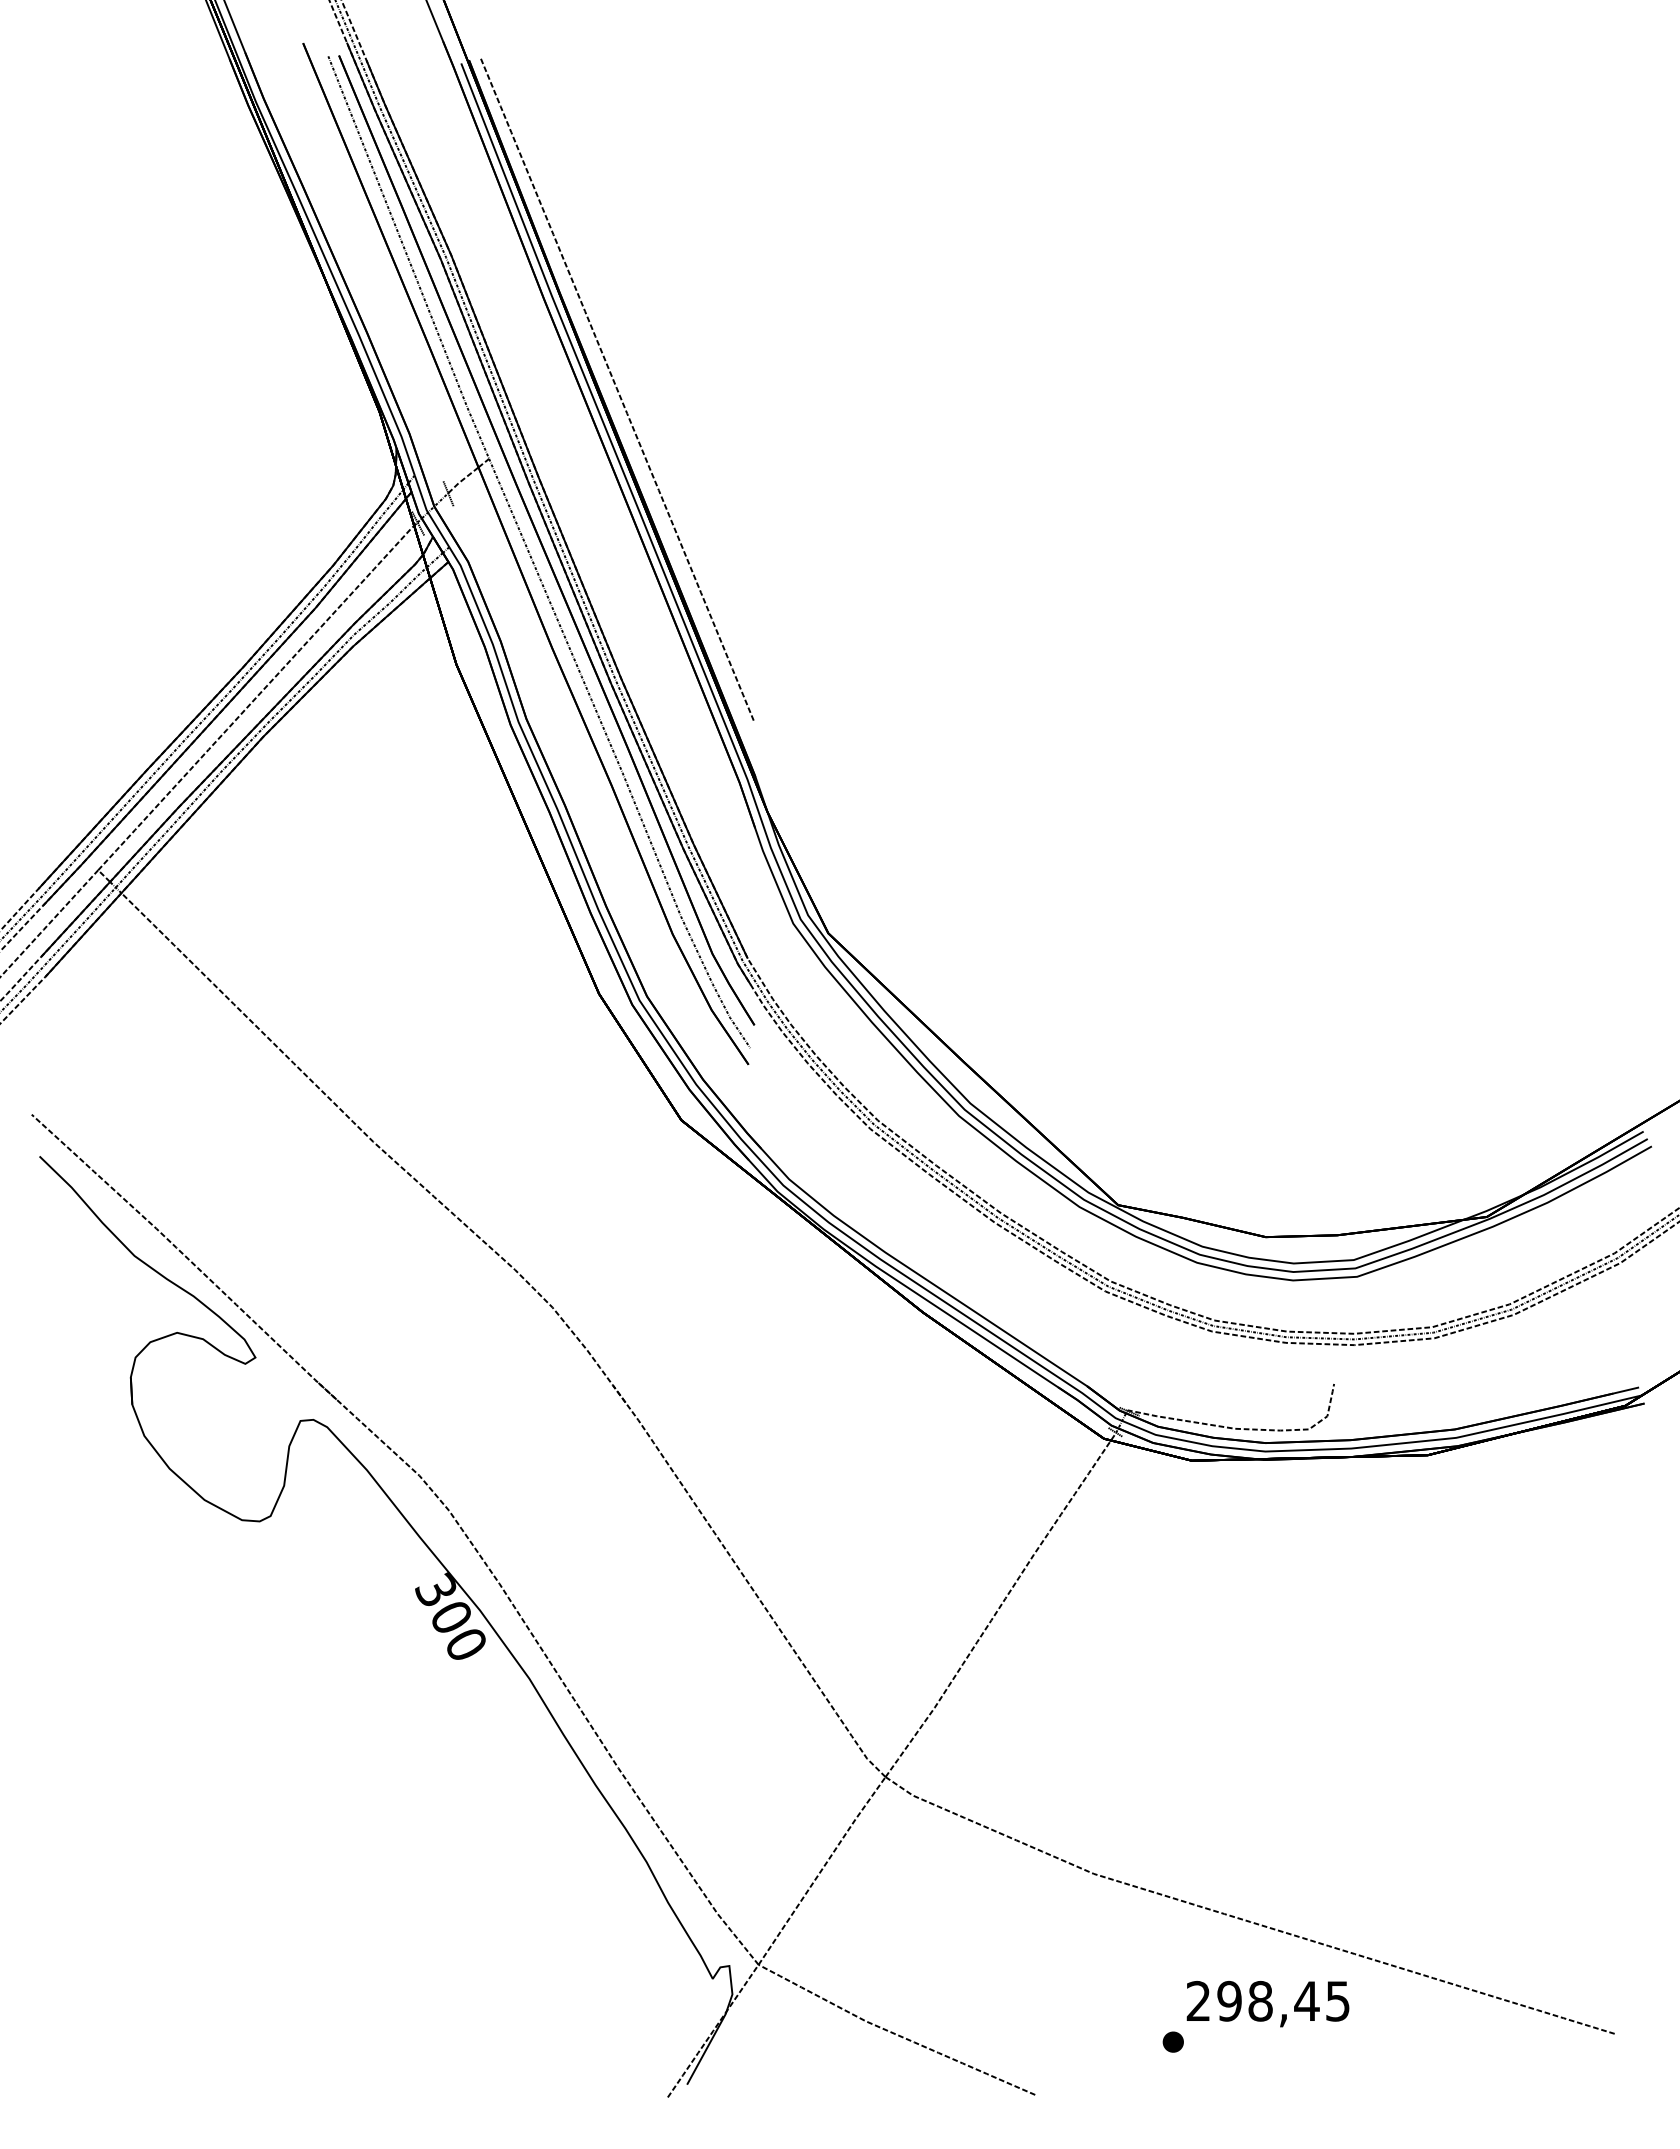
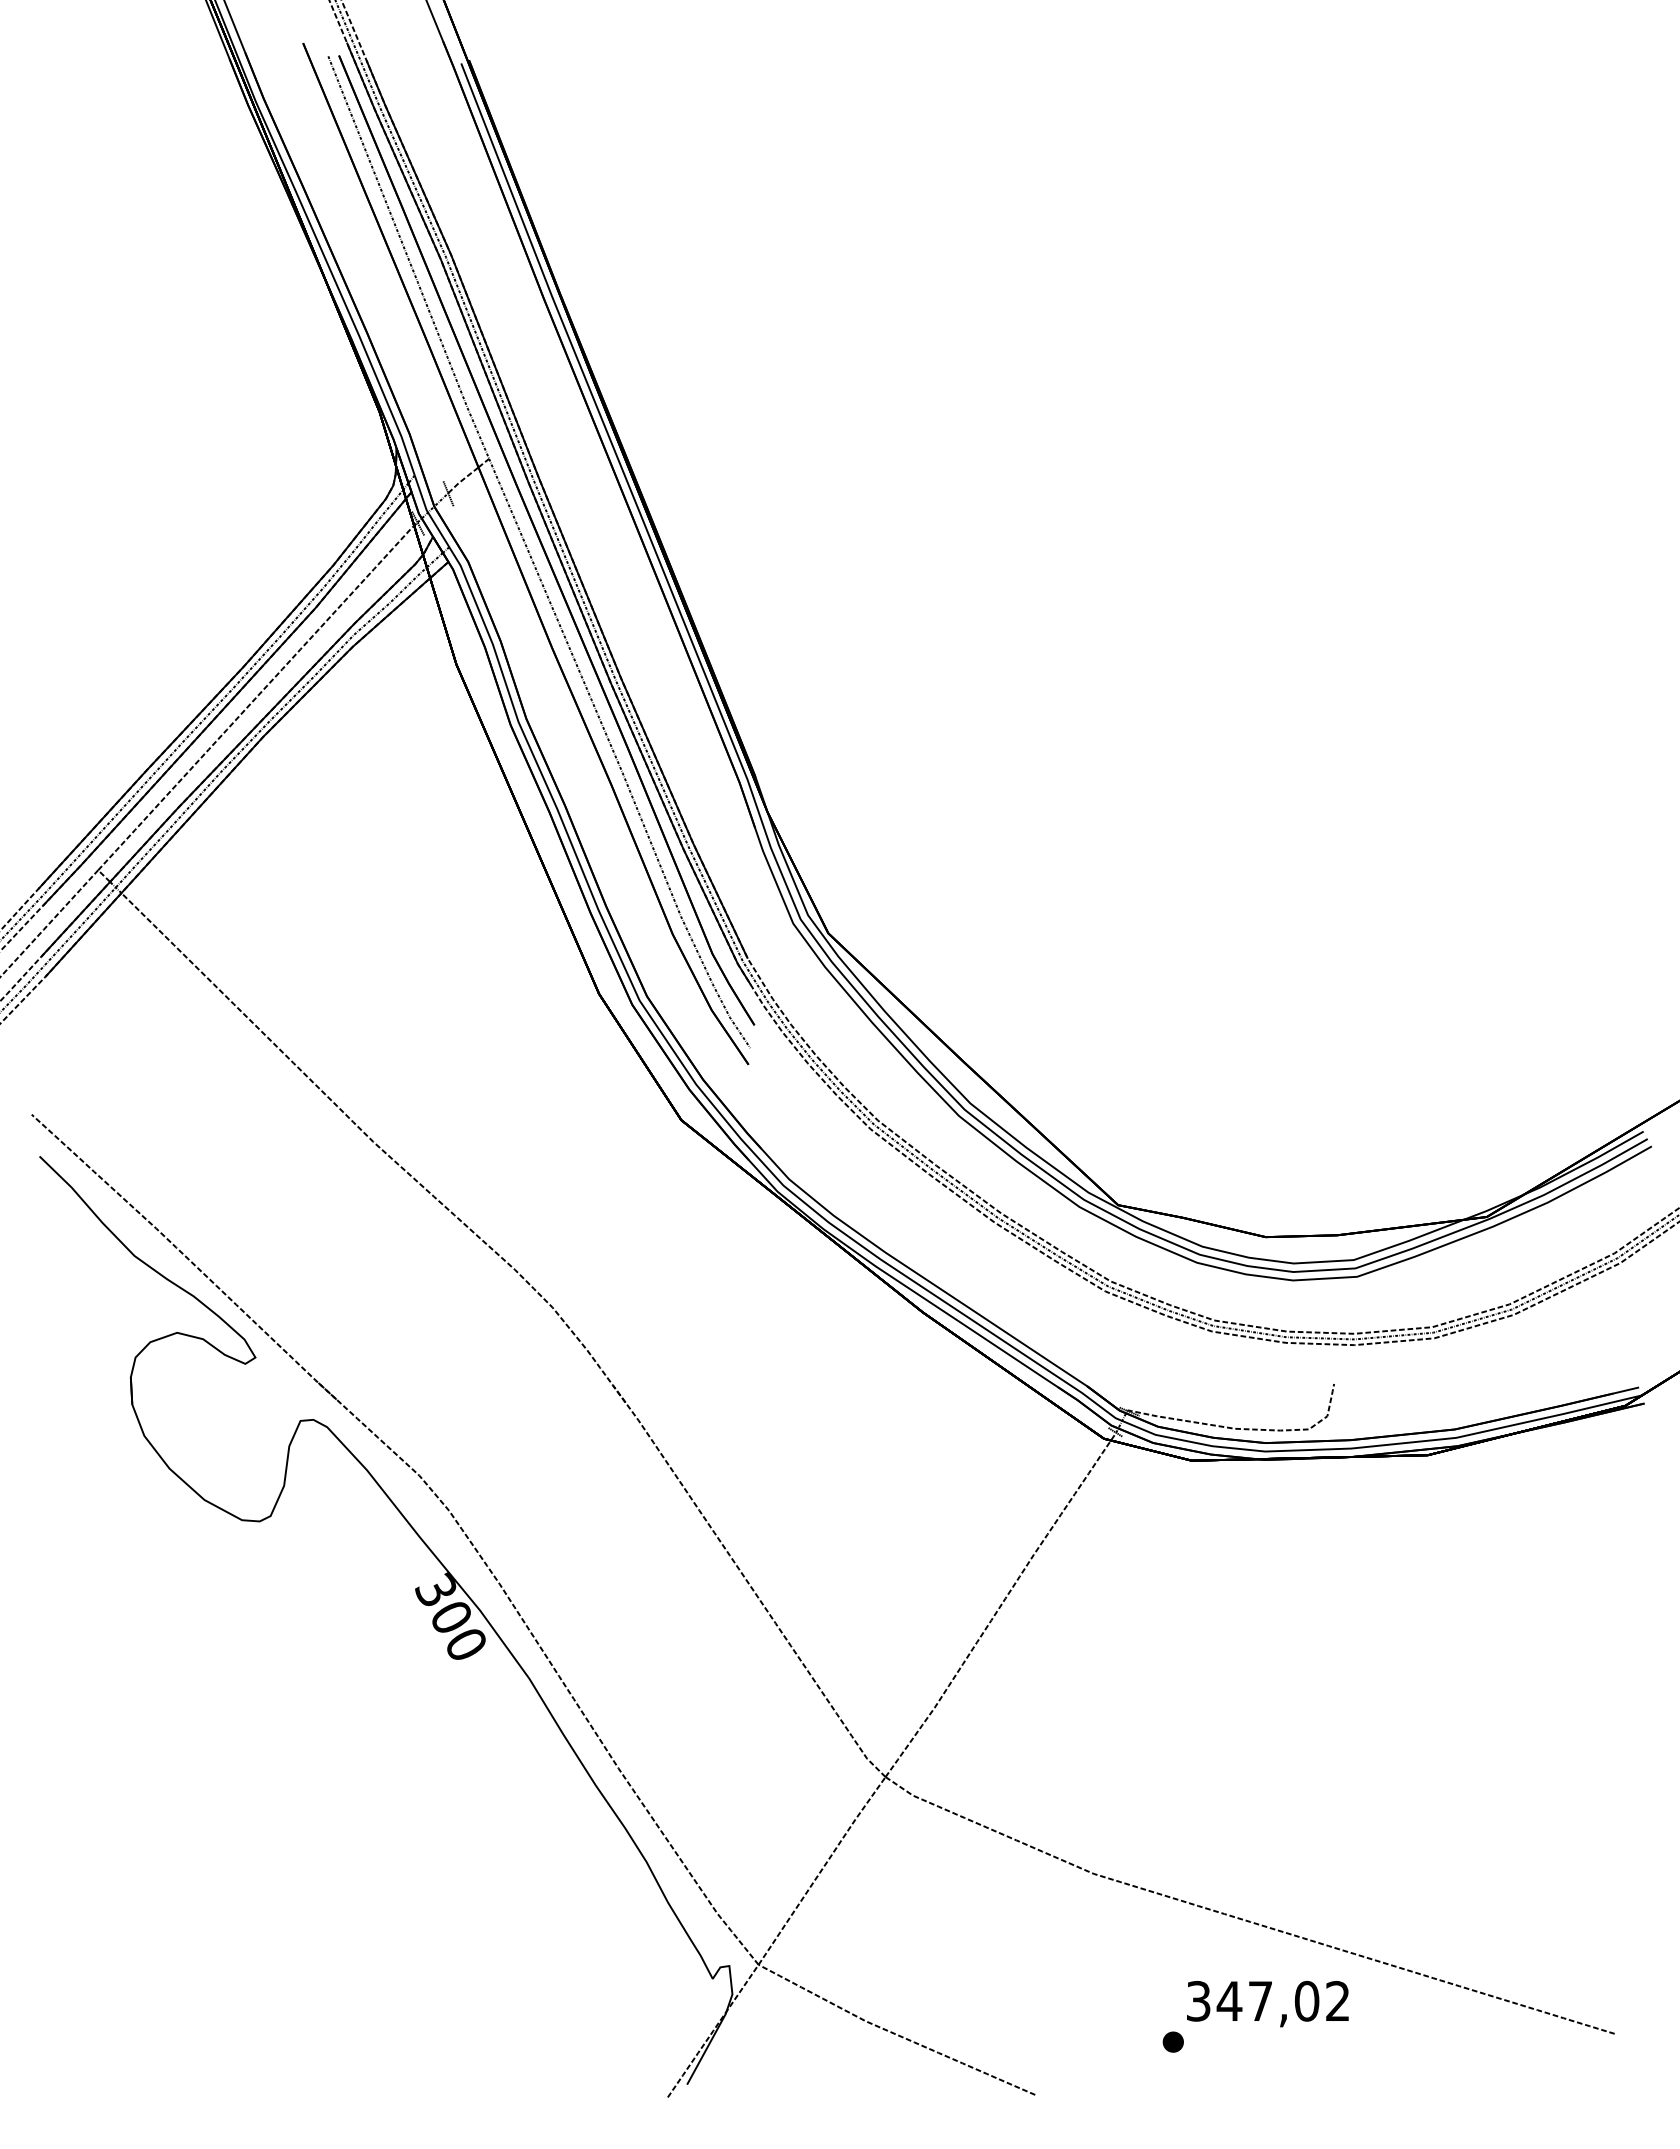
curve at (617, 389): present -> none
text at (1267, 2000): 298,45 -> 347,02
